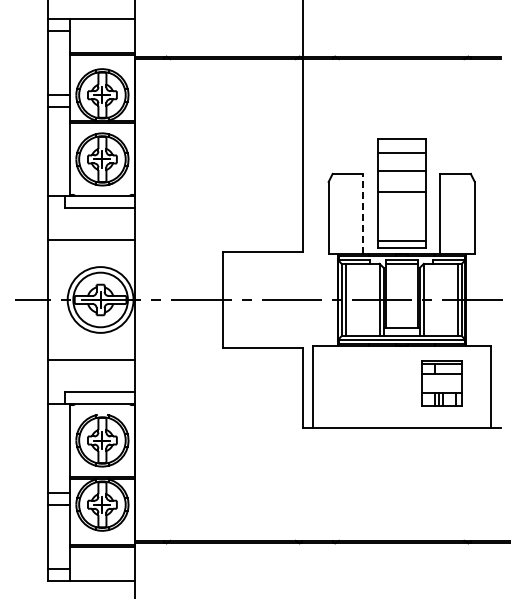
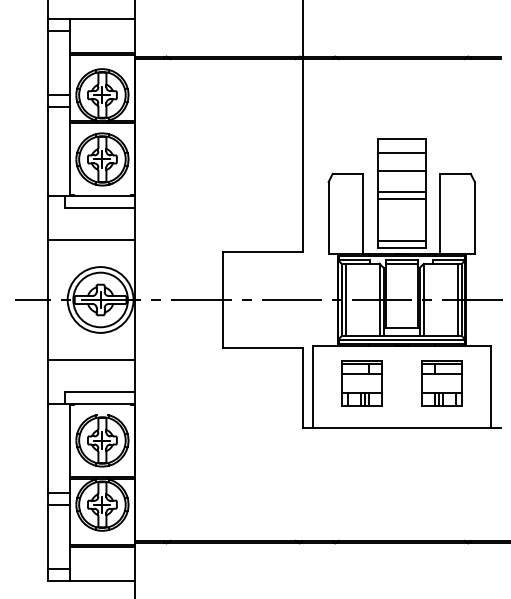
line at (401, 198): none -> present
line at (363, 213): dashed -> solid
part at (361, 383): none -> present
